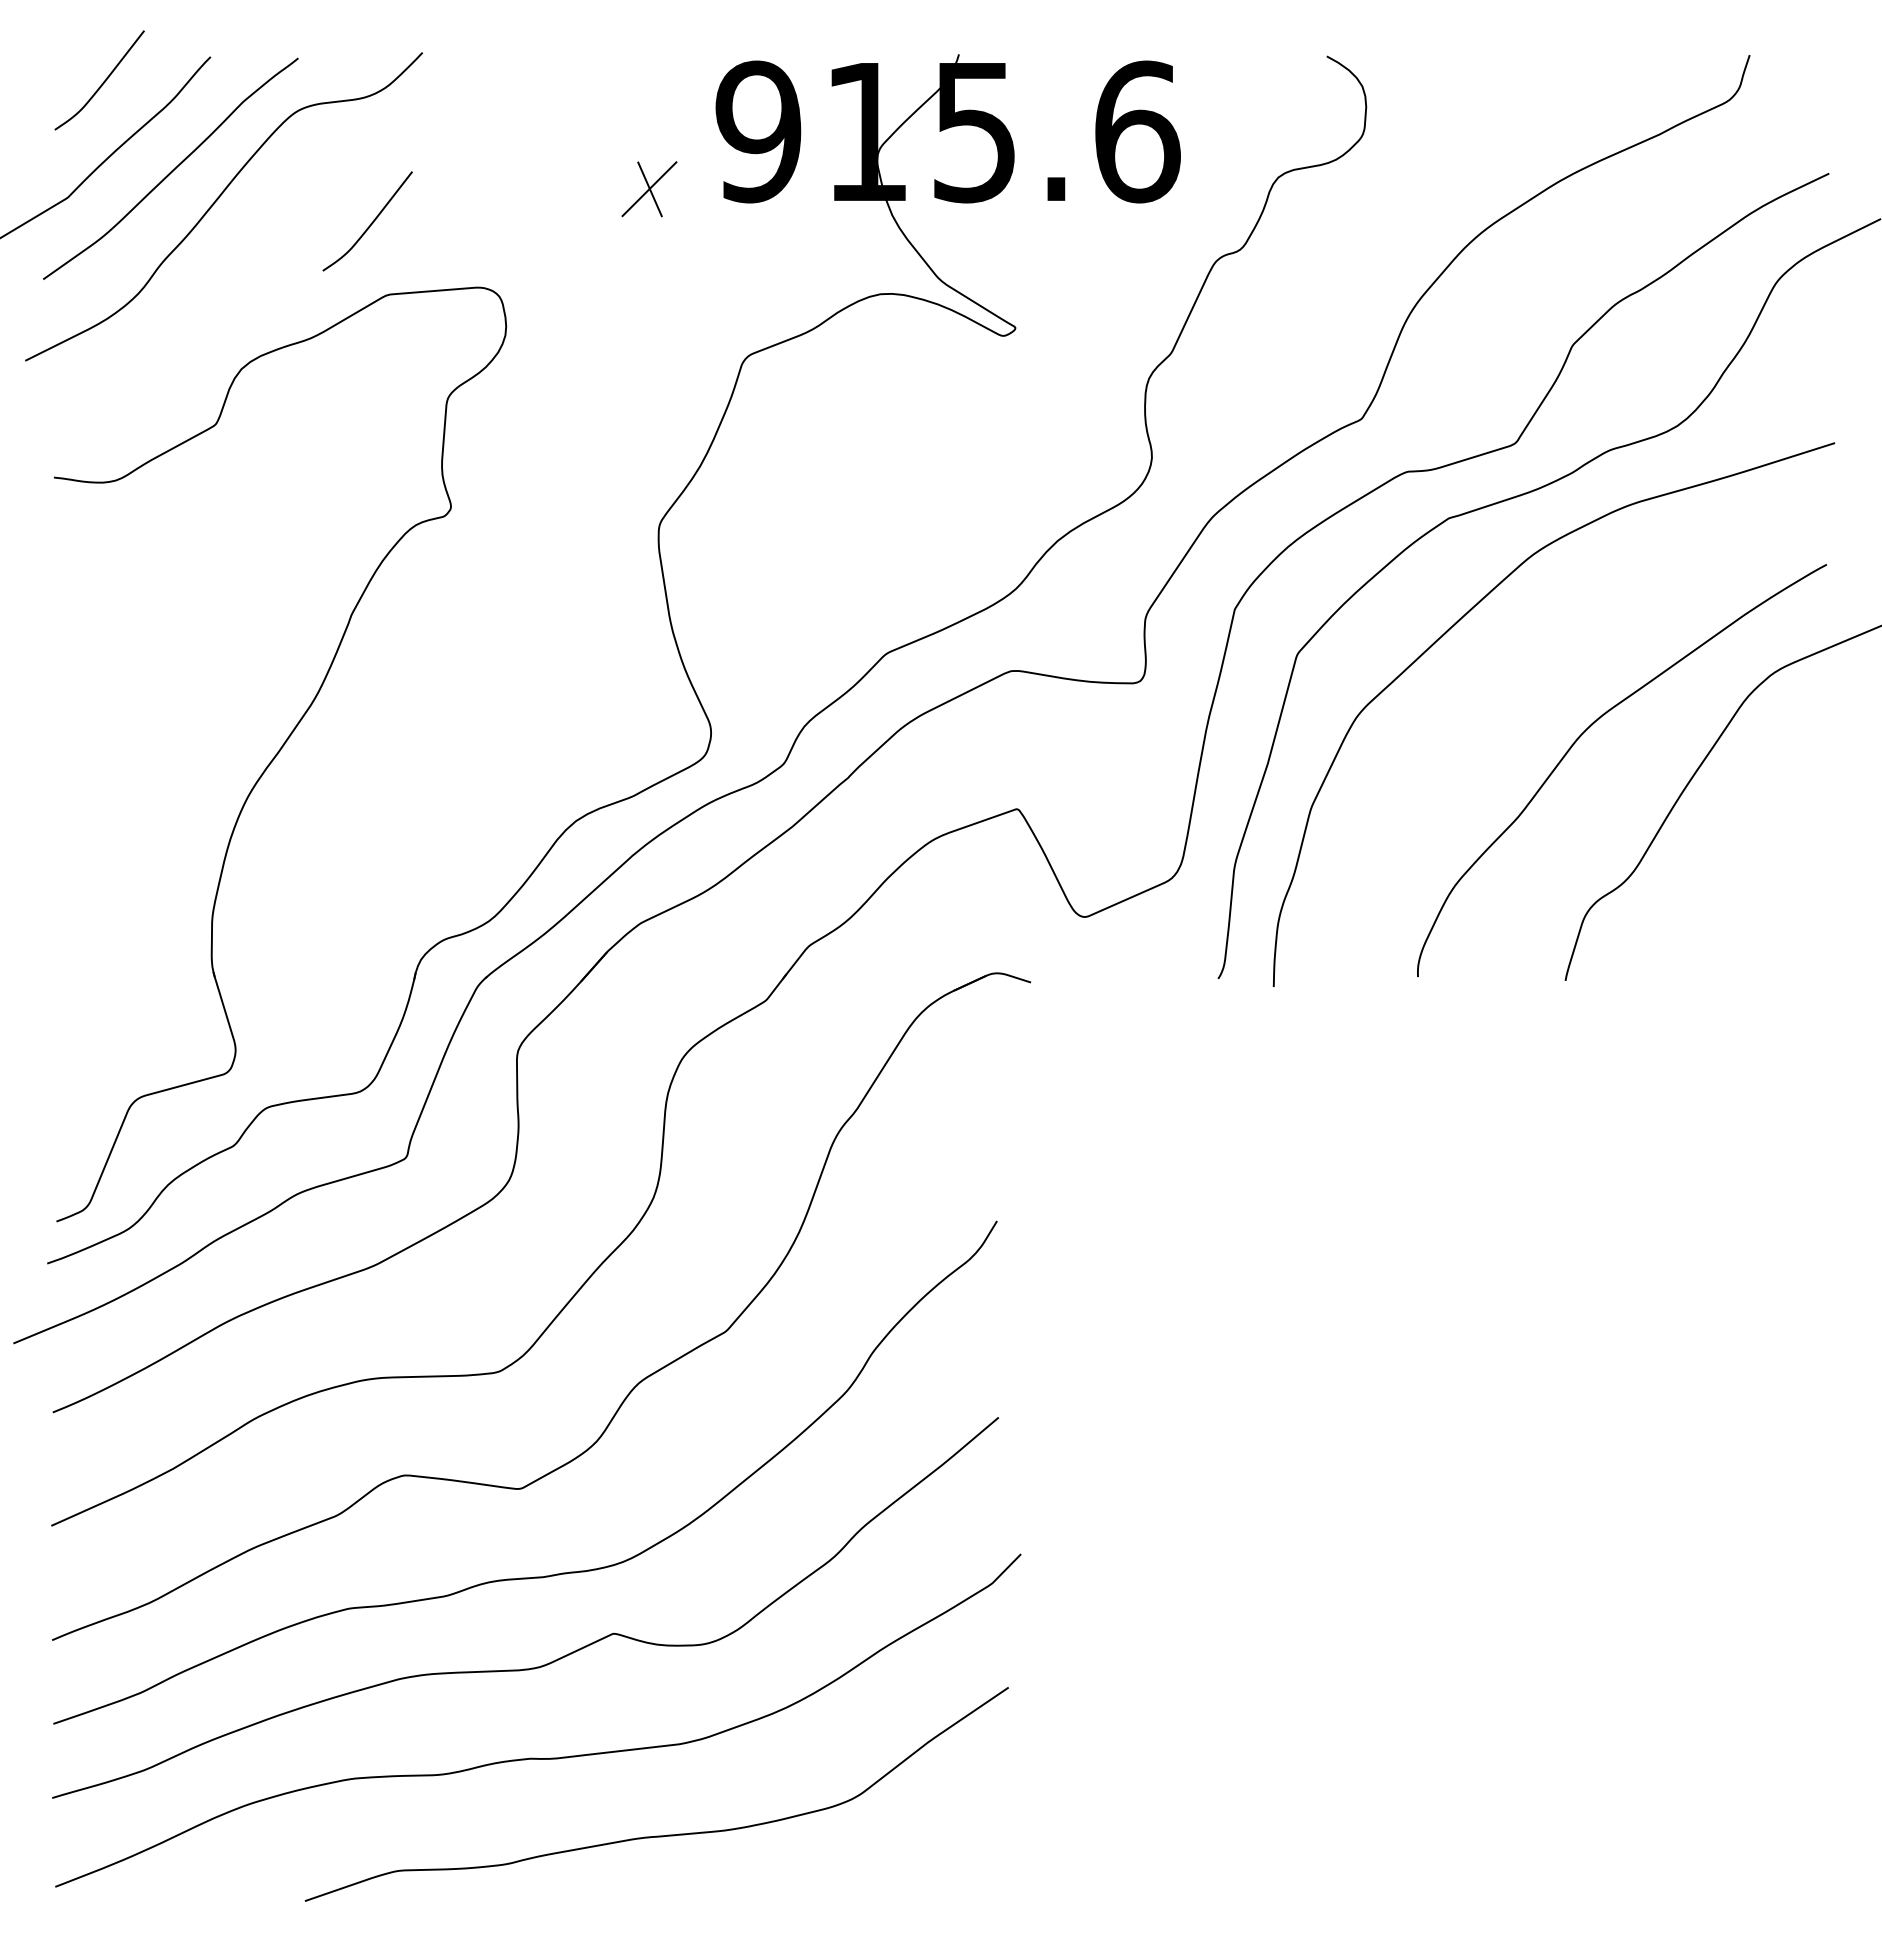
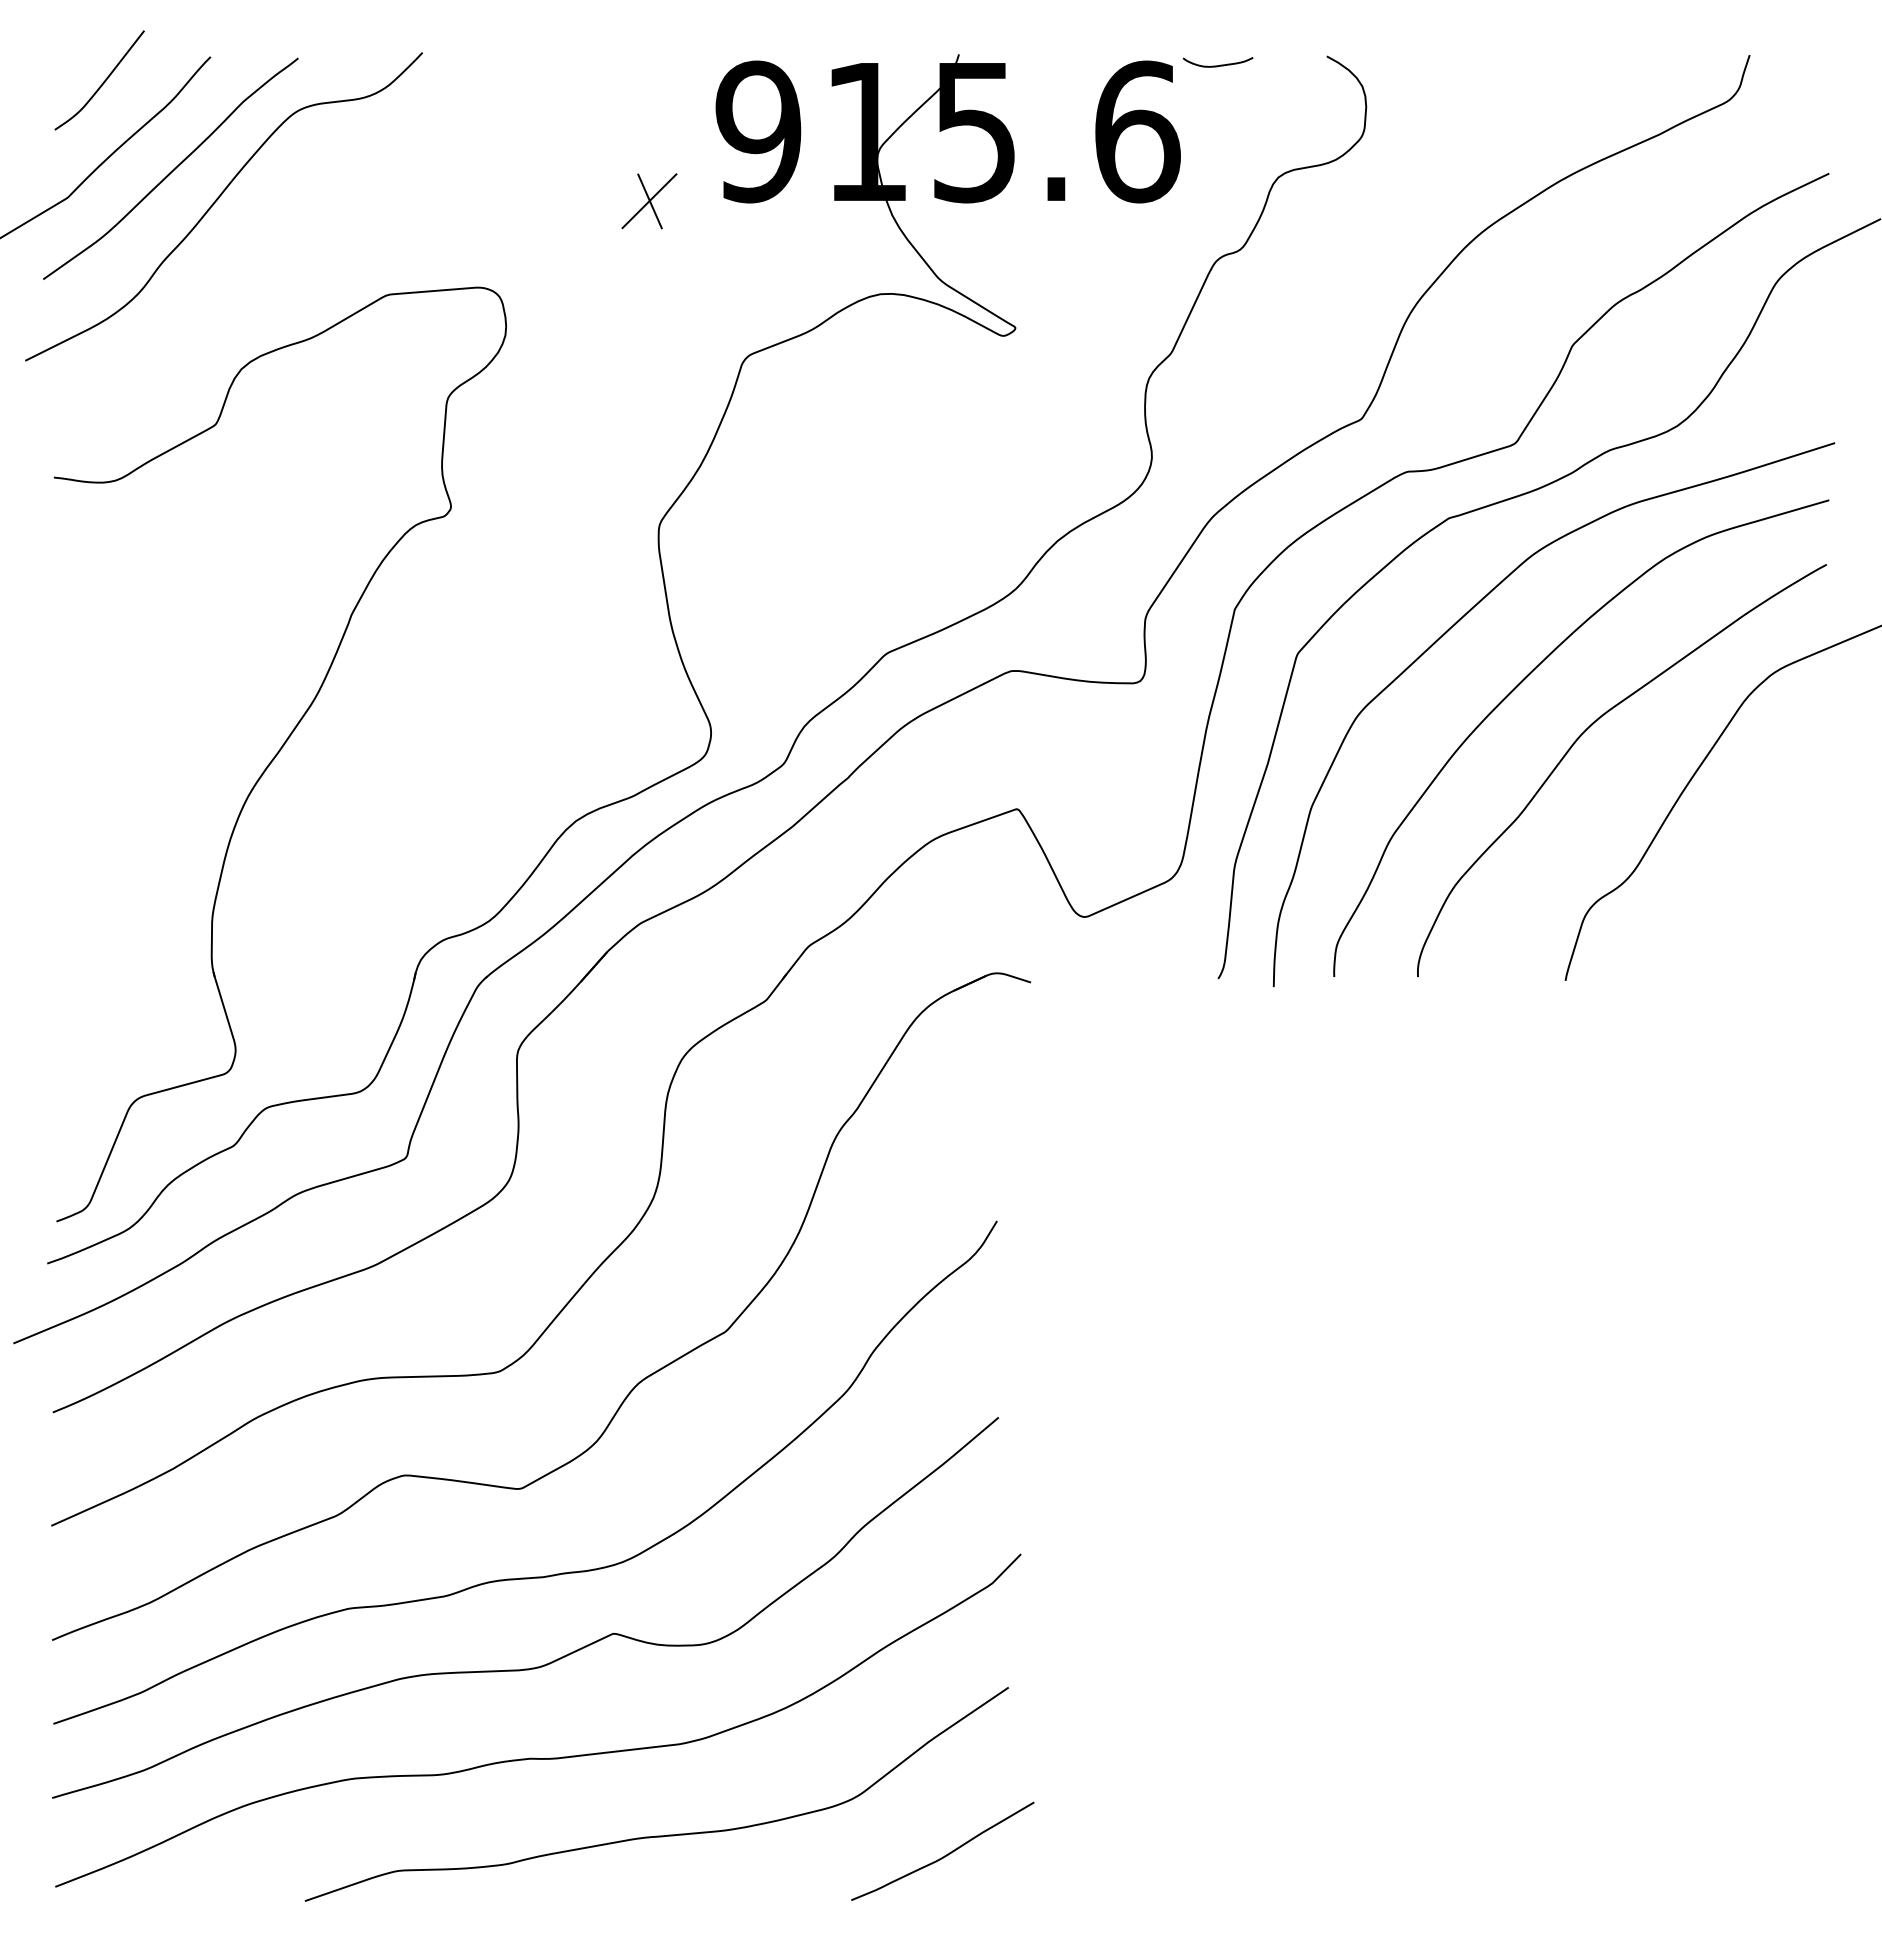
curve at (1217, 65): none -> present
part at (649, 189) position: (649, 189) -> (649, 201)
curve at (370, 223): present -> none
curve at (1524, 680): none -> present
curve at (944, 1855): none -> present
